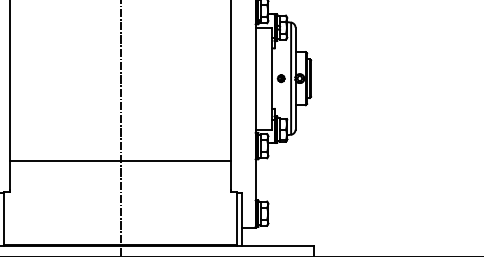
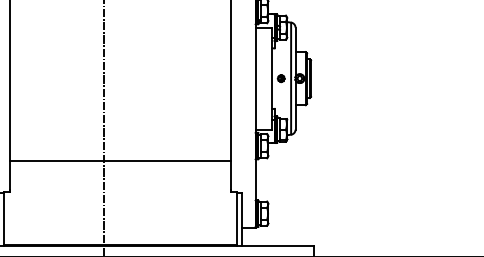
line at (120, 127) position: (120, 127) -> (103, 127)
